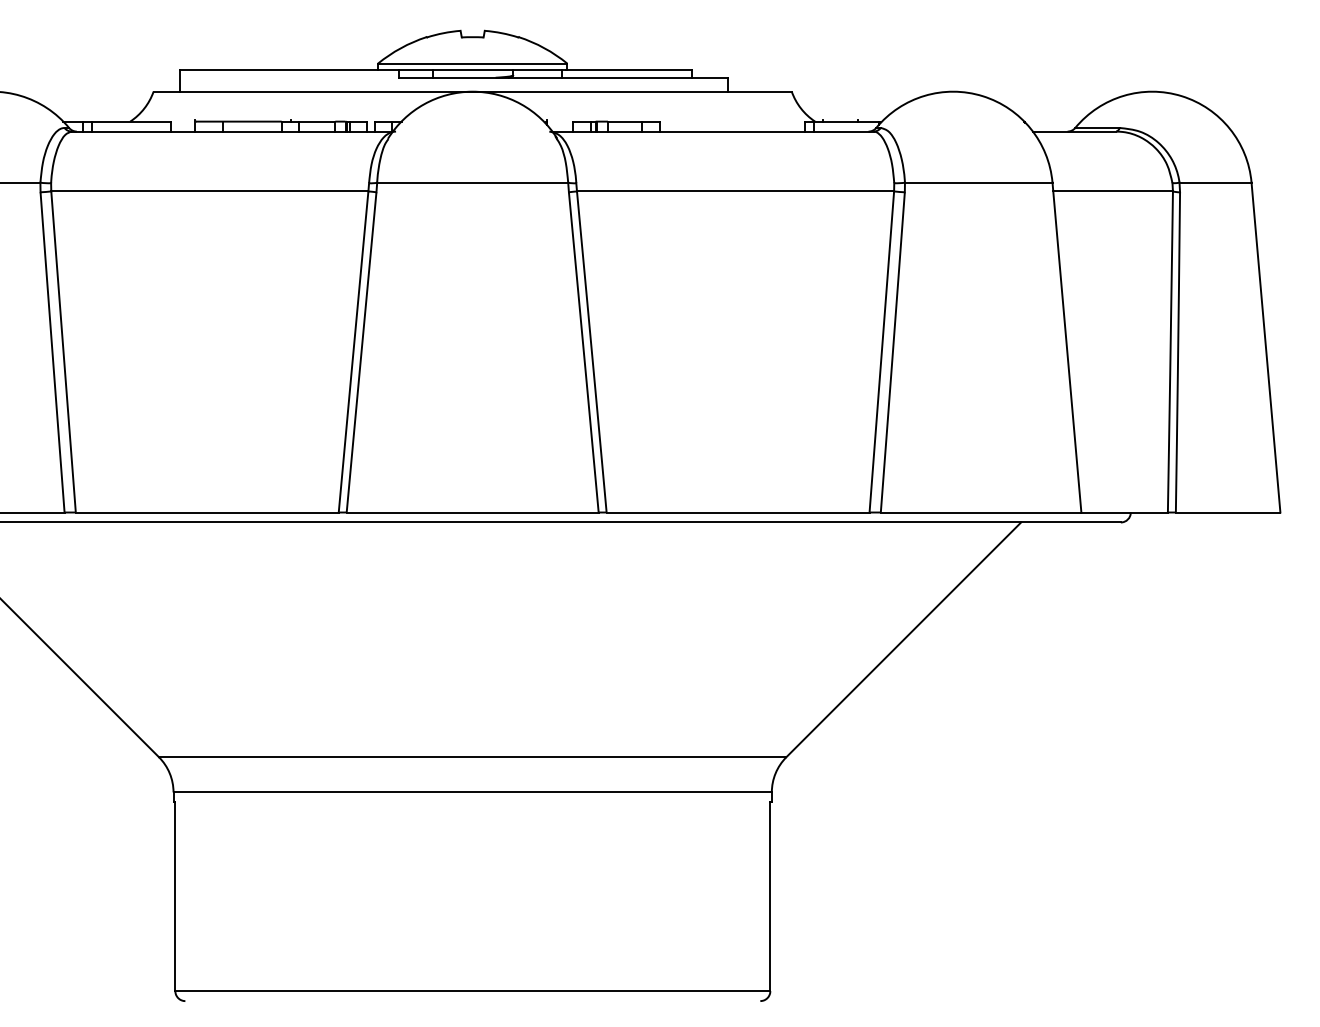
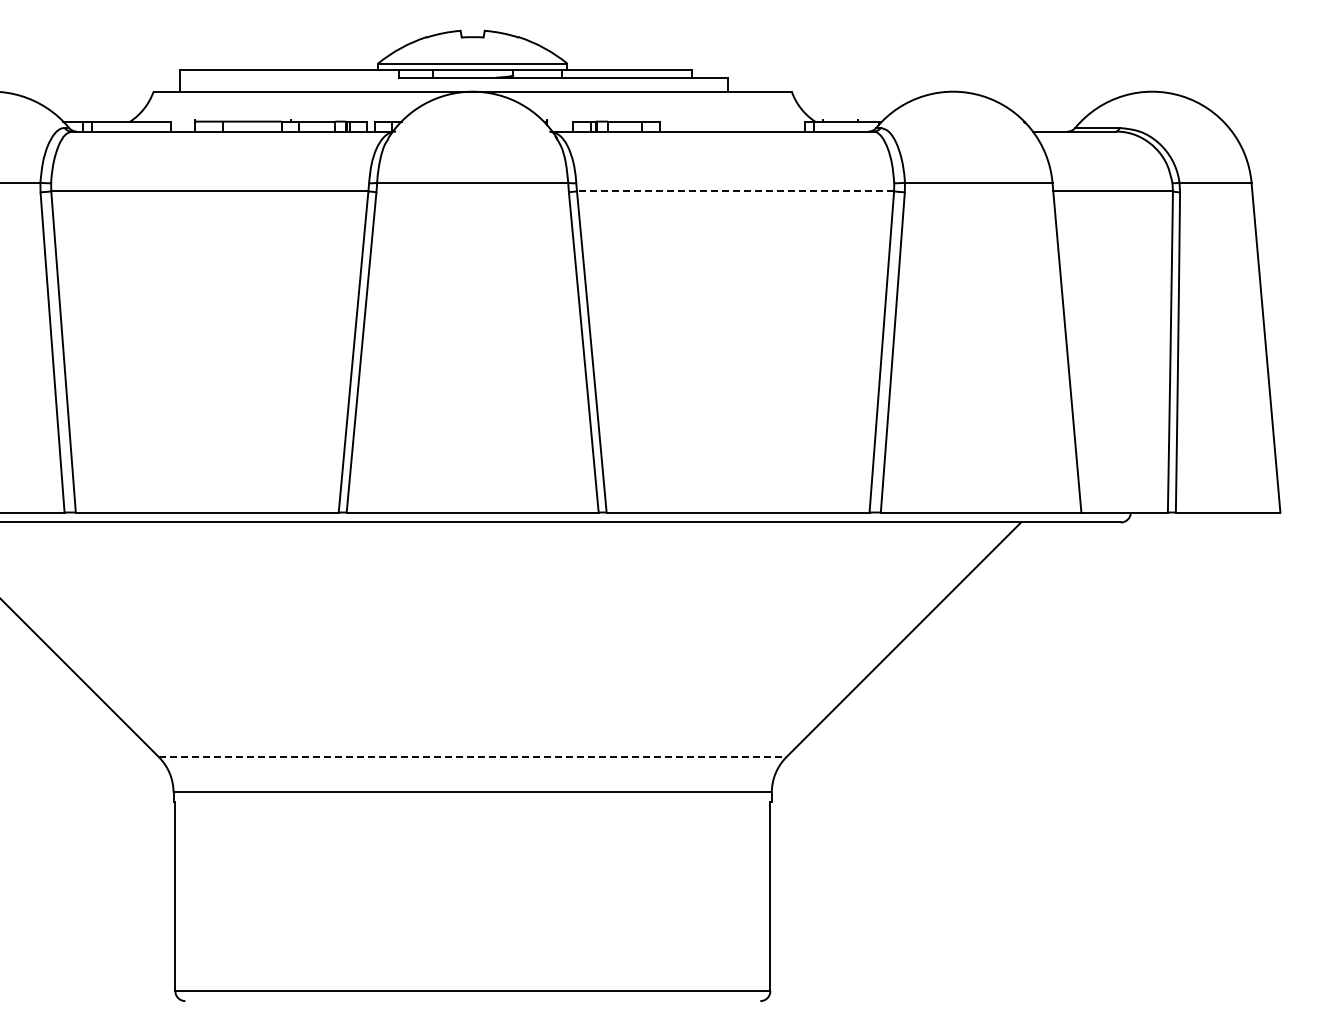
line at (735, 191): solid -> dashed
line at (472, 757): solid -> dashed
